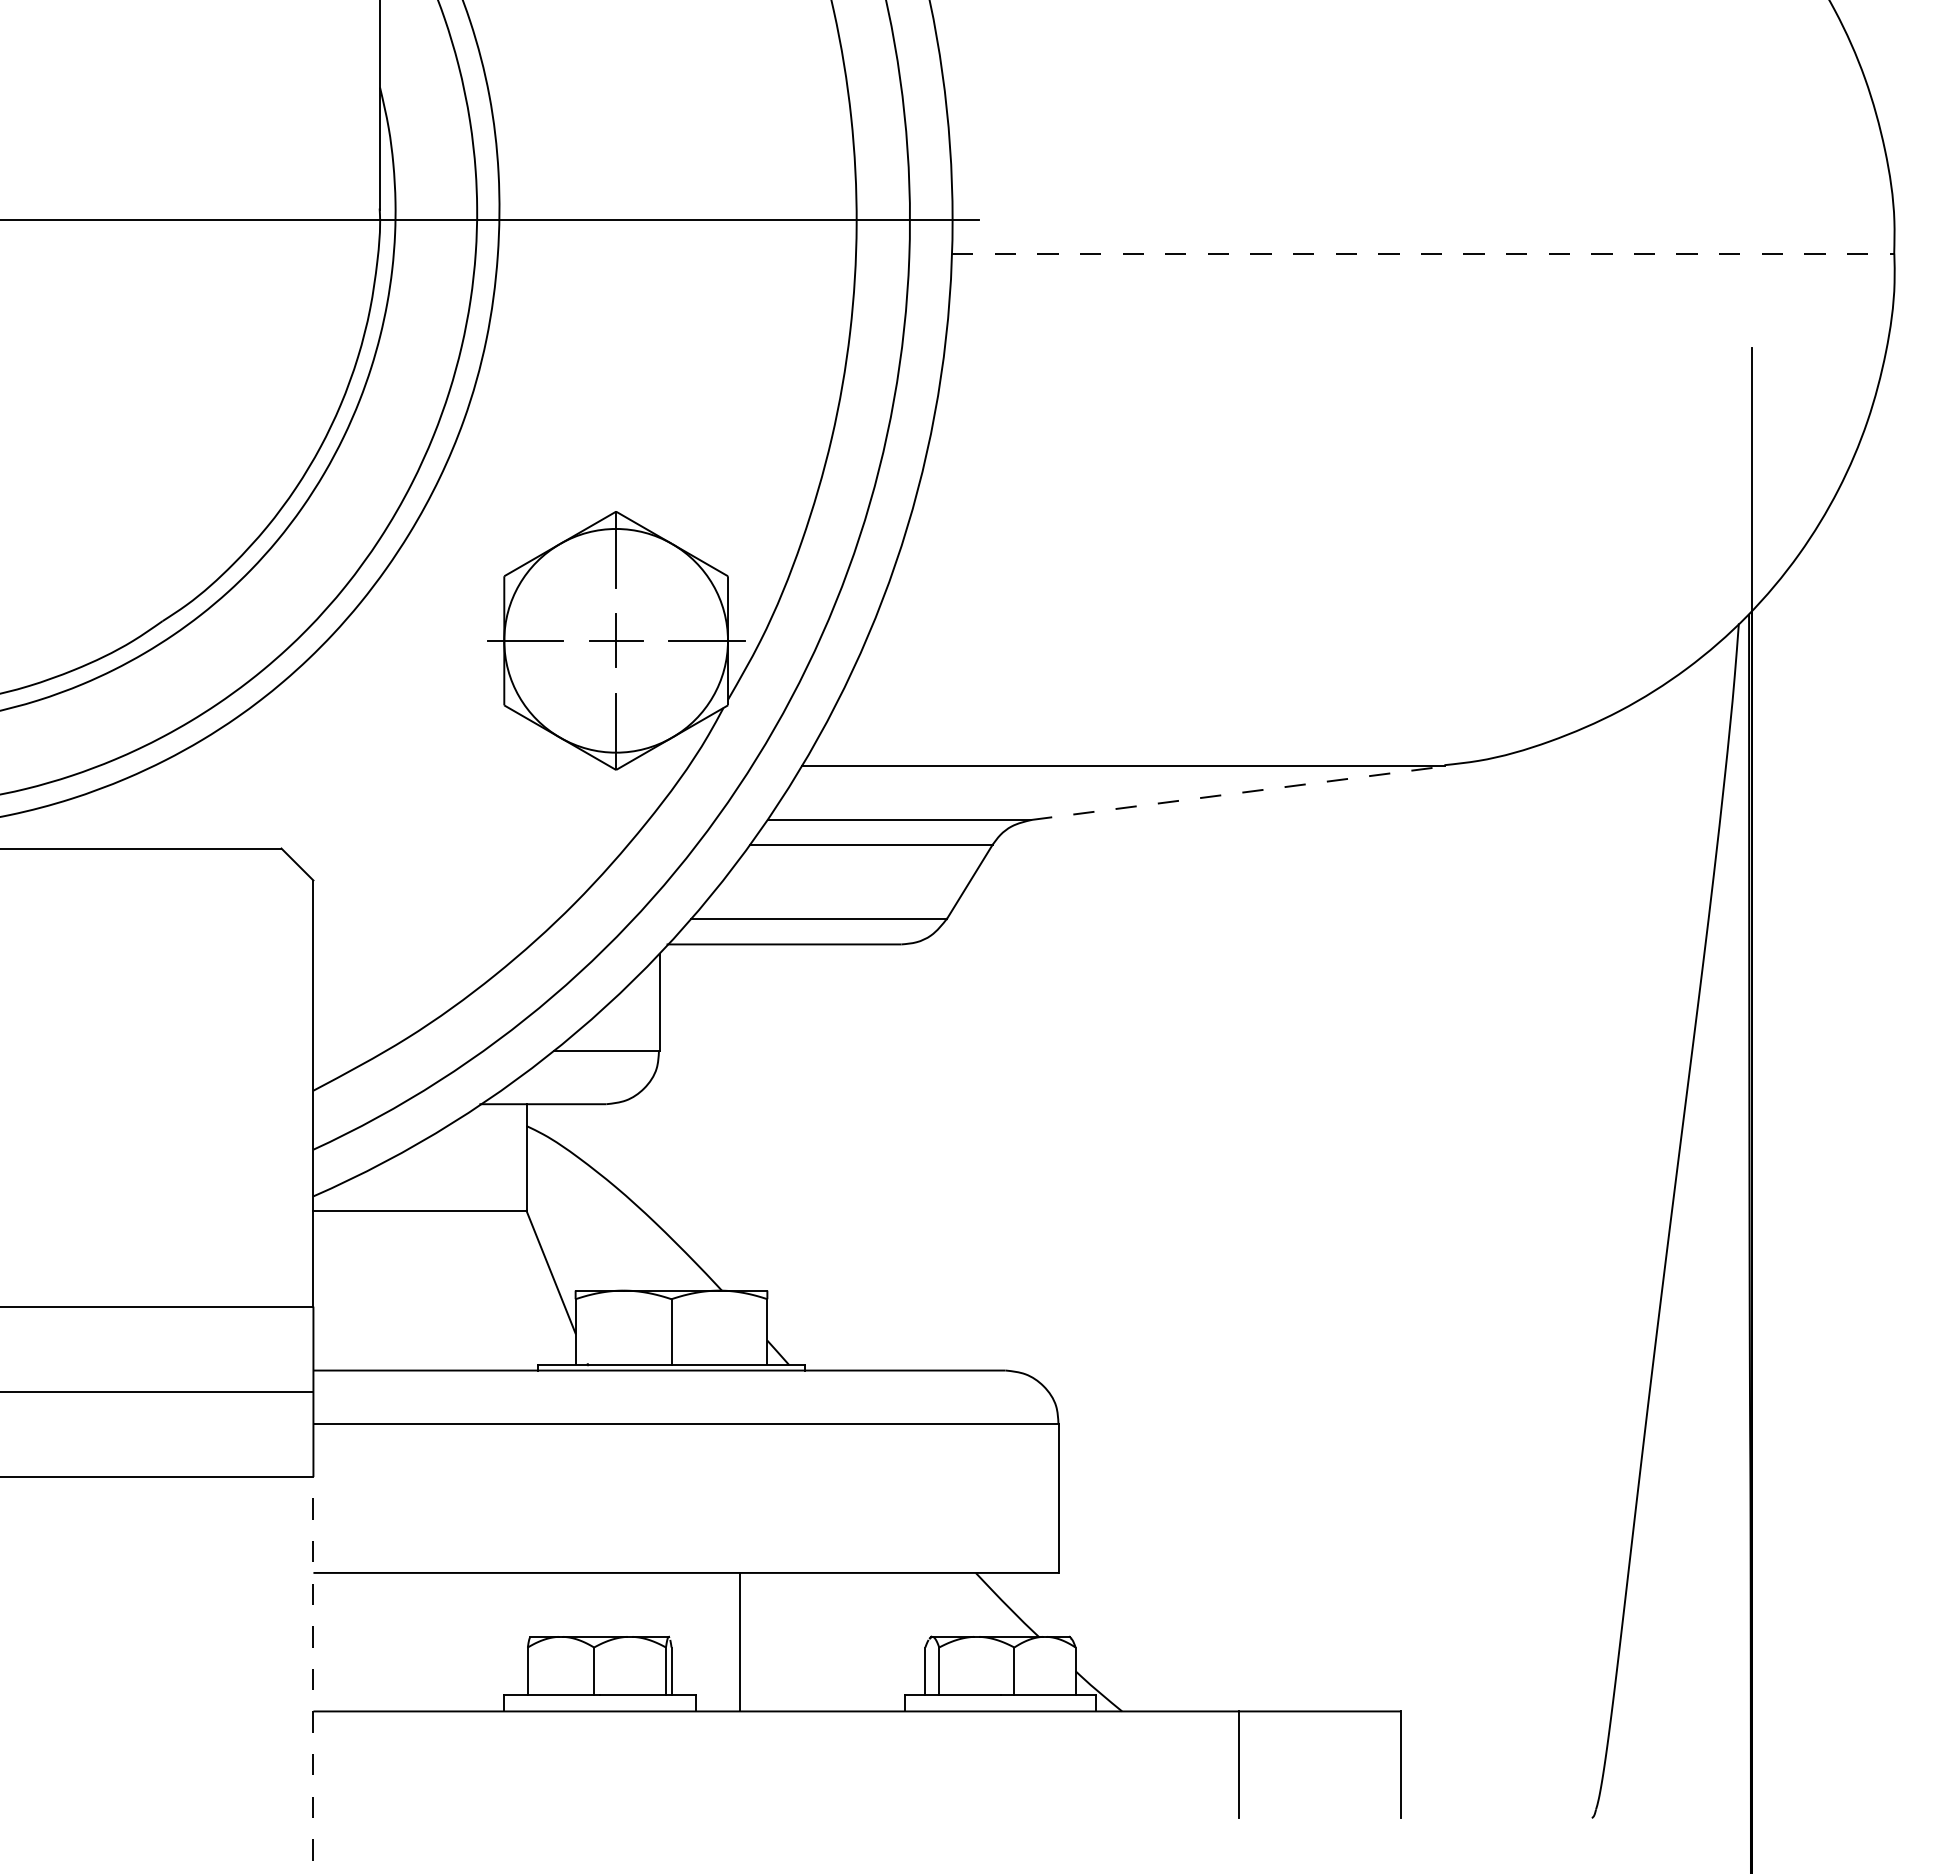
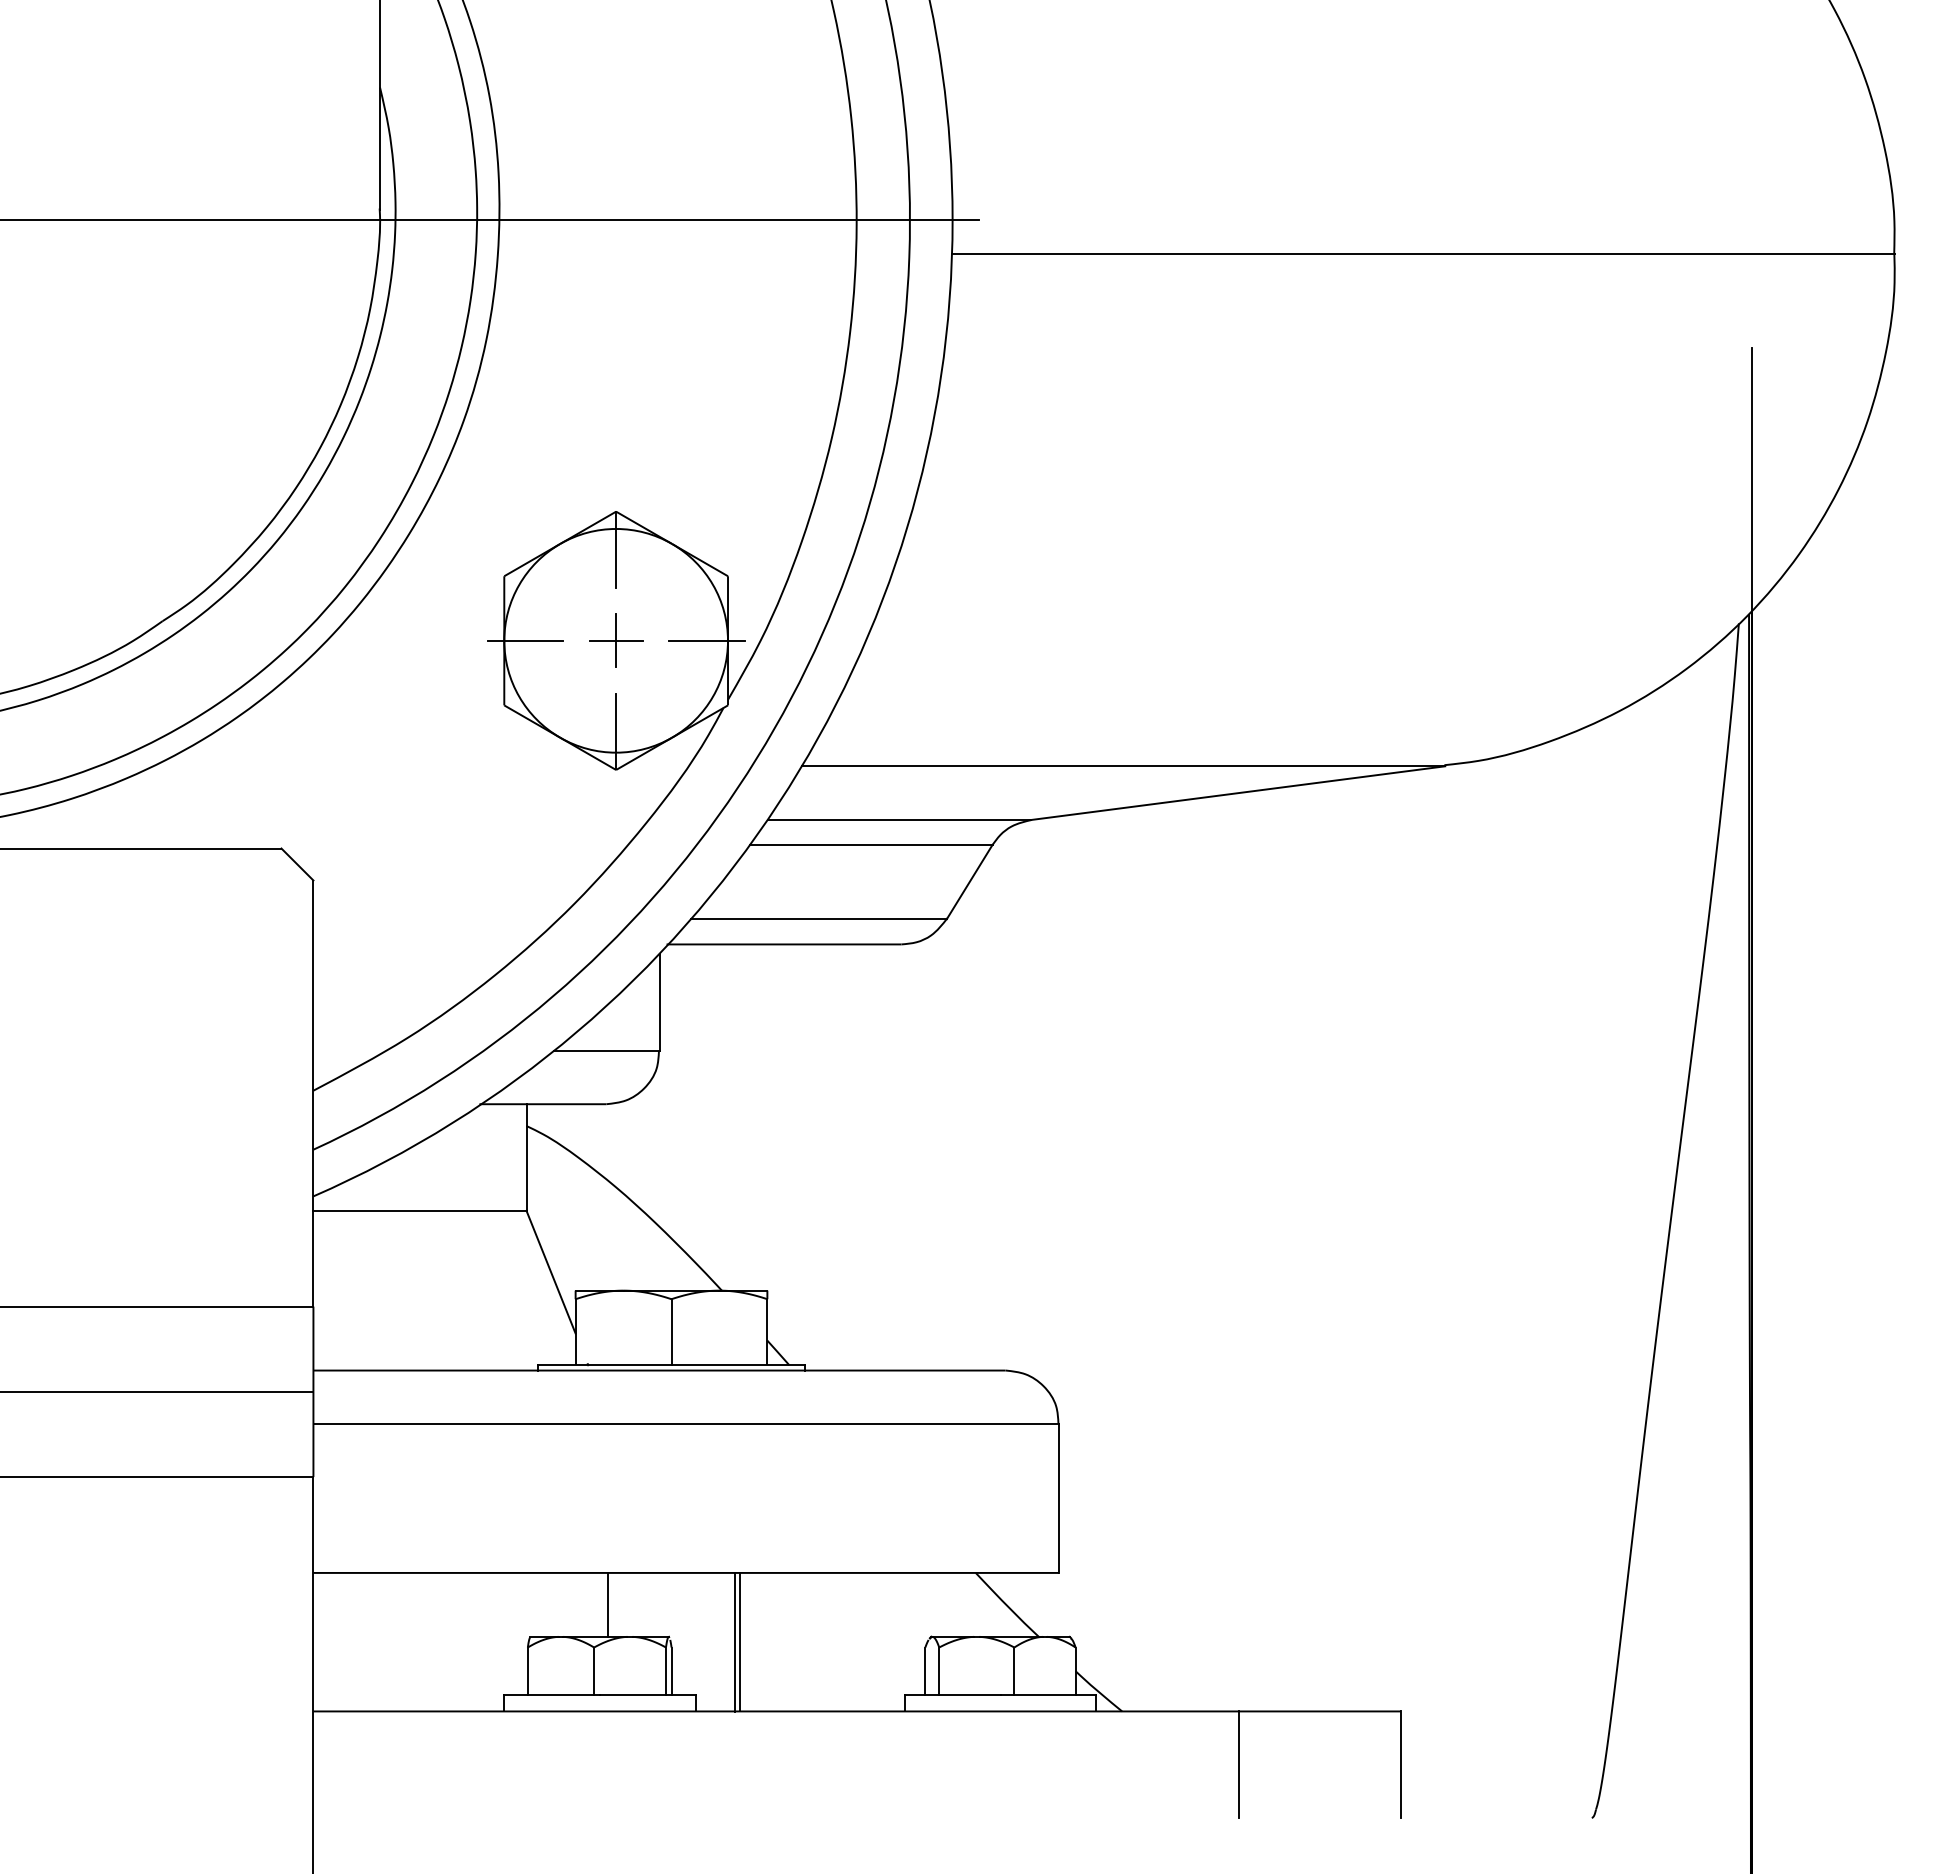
line at (1423, 253): dashed -> solid
line at (1238, 793): dashed -> solid
line at (607, 1604): none -> present
line at (735, 1642): none -> present
line at (313, 1675): dashed -> solid
